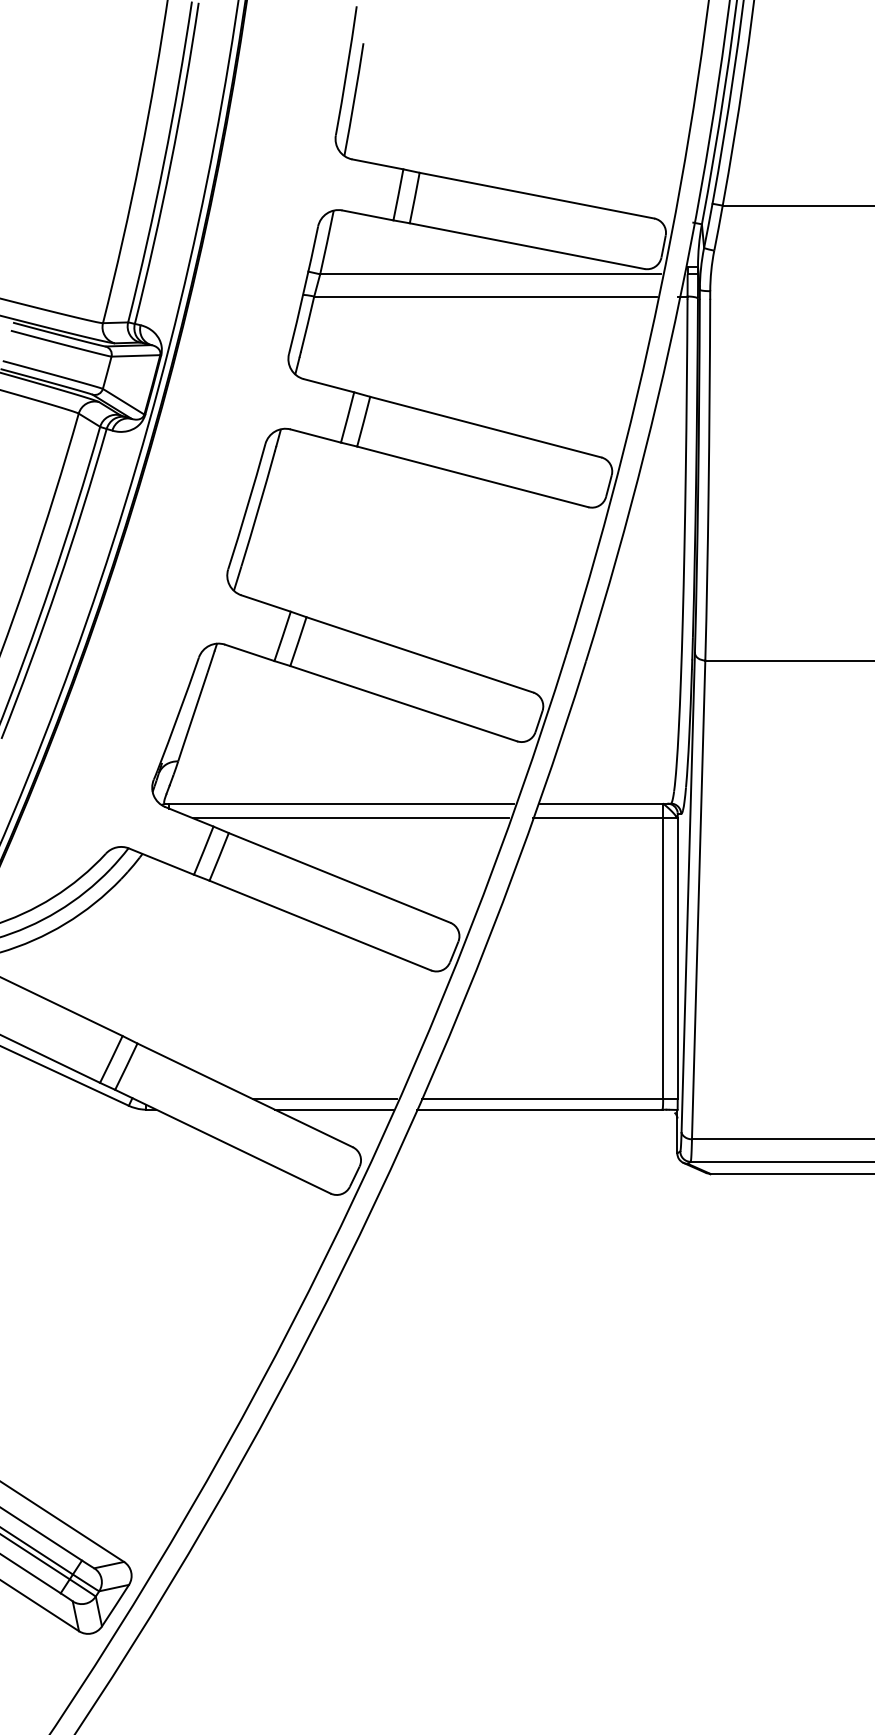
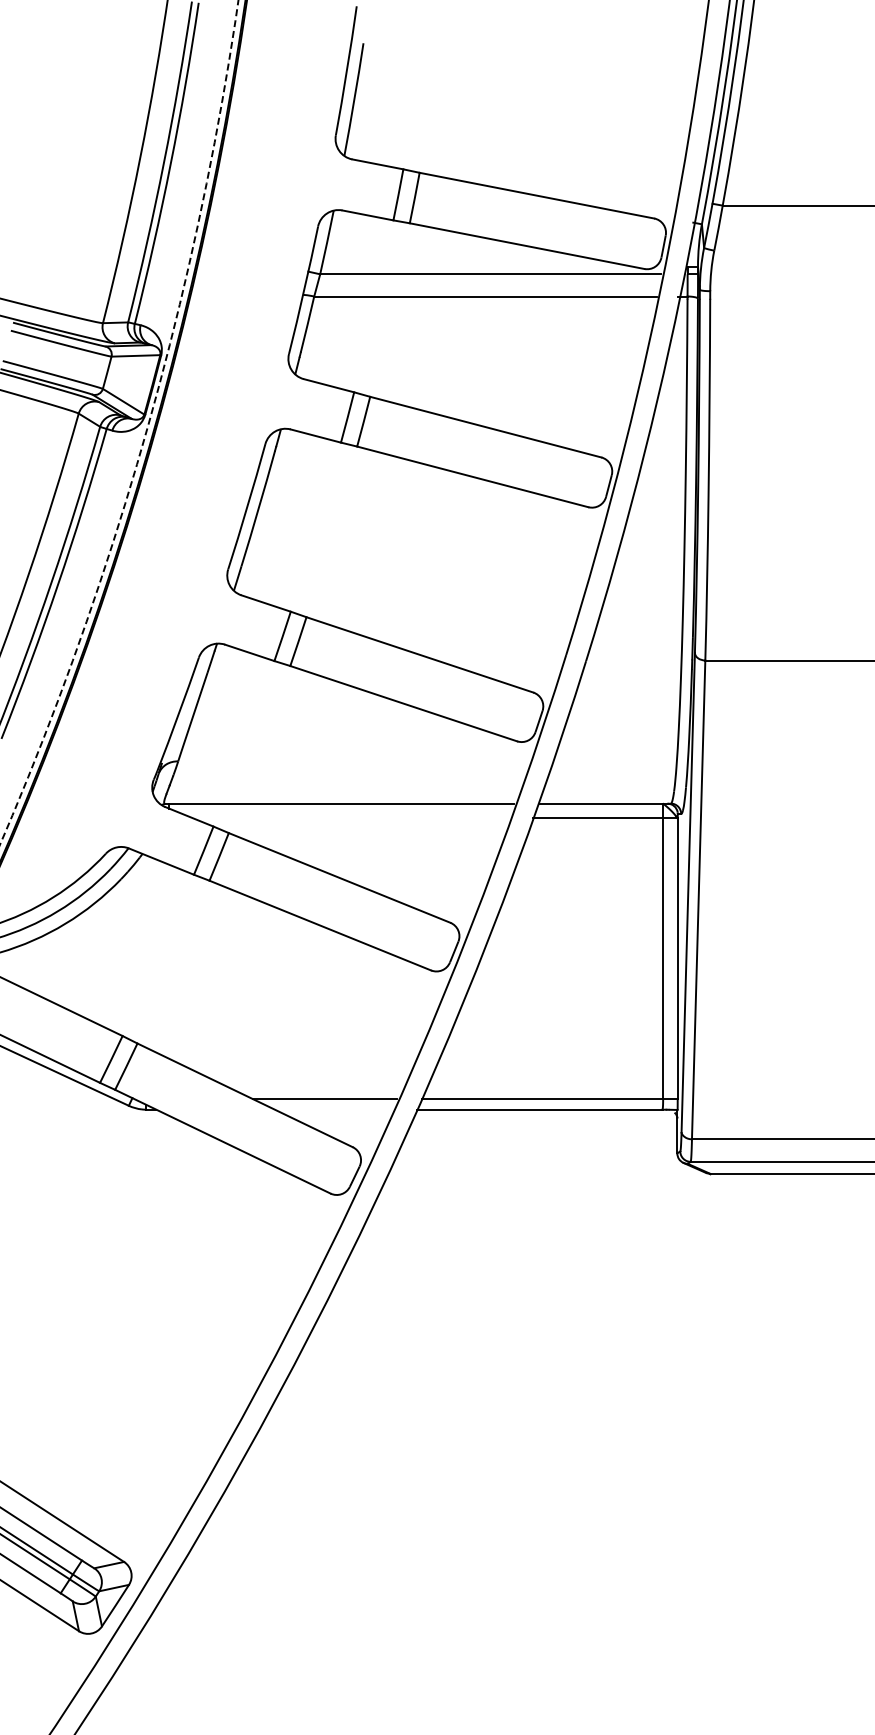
arc at (147, 429): solid -> dashed
line at (350, 818): present -> none
line at (333, 1109): present -> none
